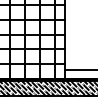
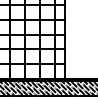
line at (79, 70): present -> none
